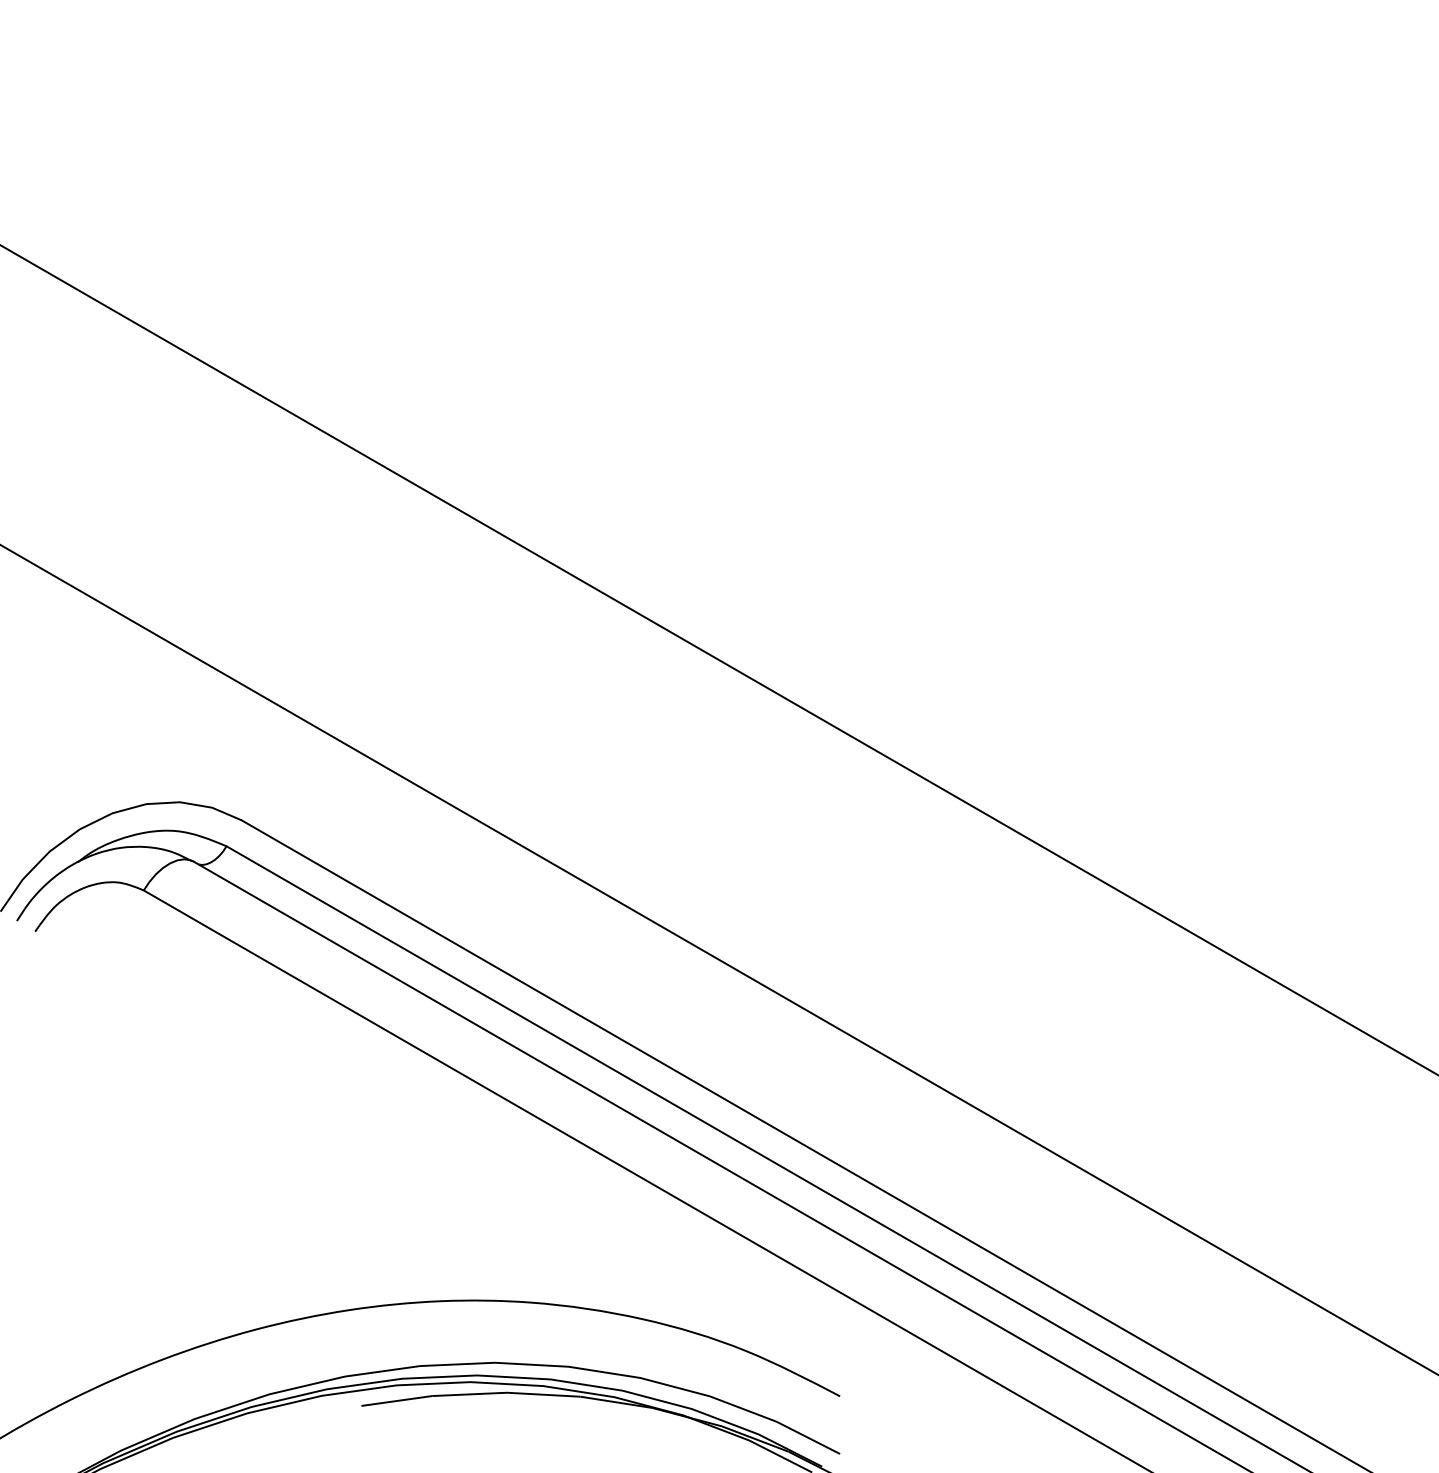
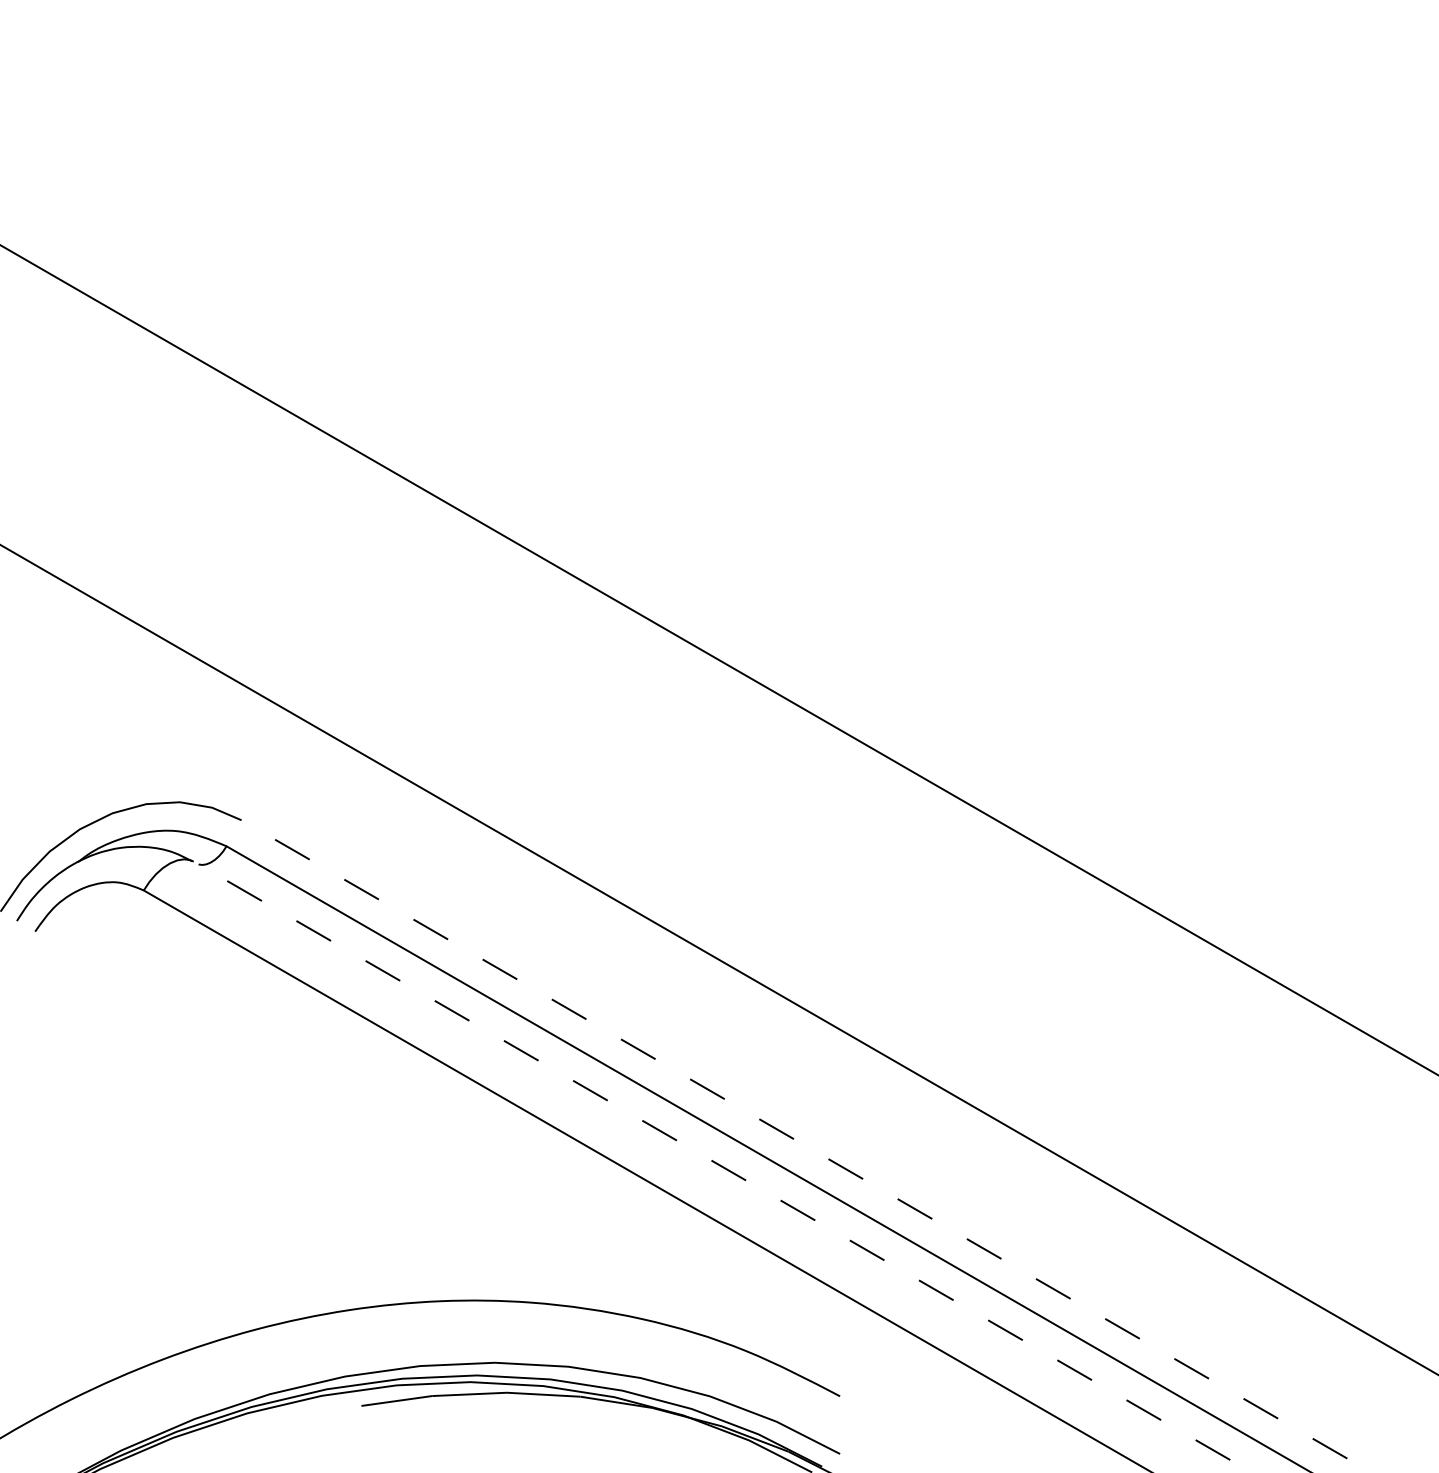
line at (806, 1146): solid -> dashed
line at (722, 1167): solid -> dashed
